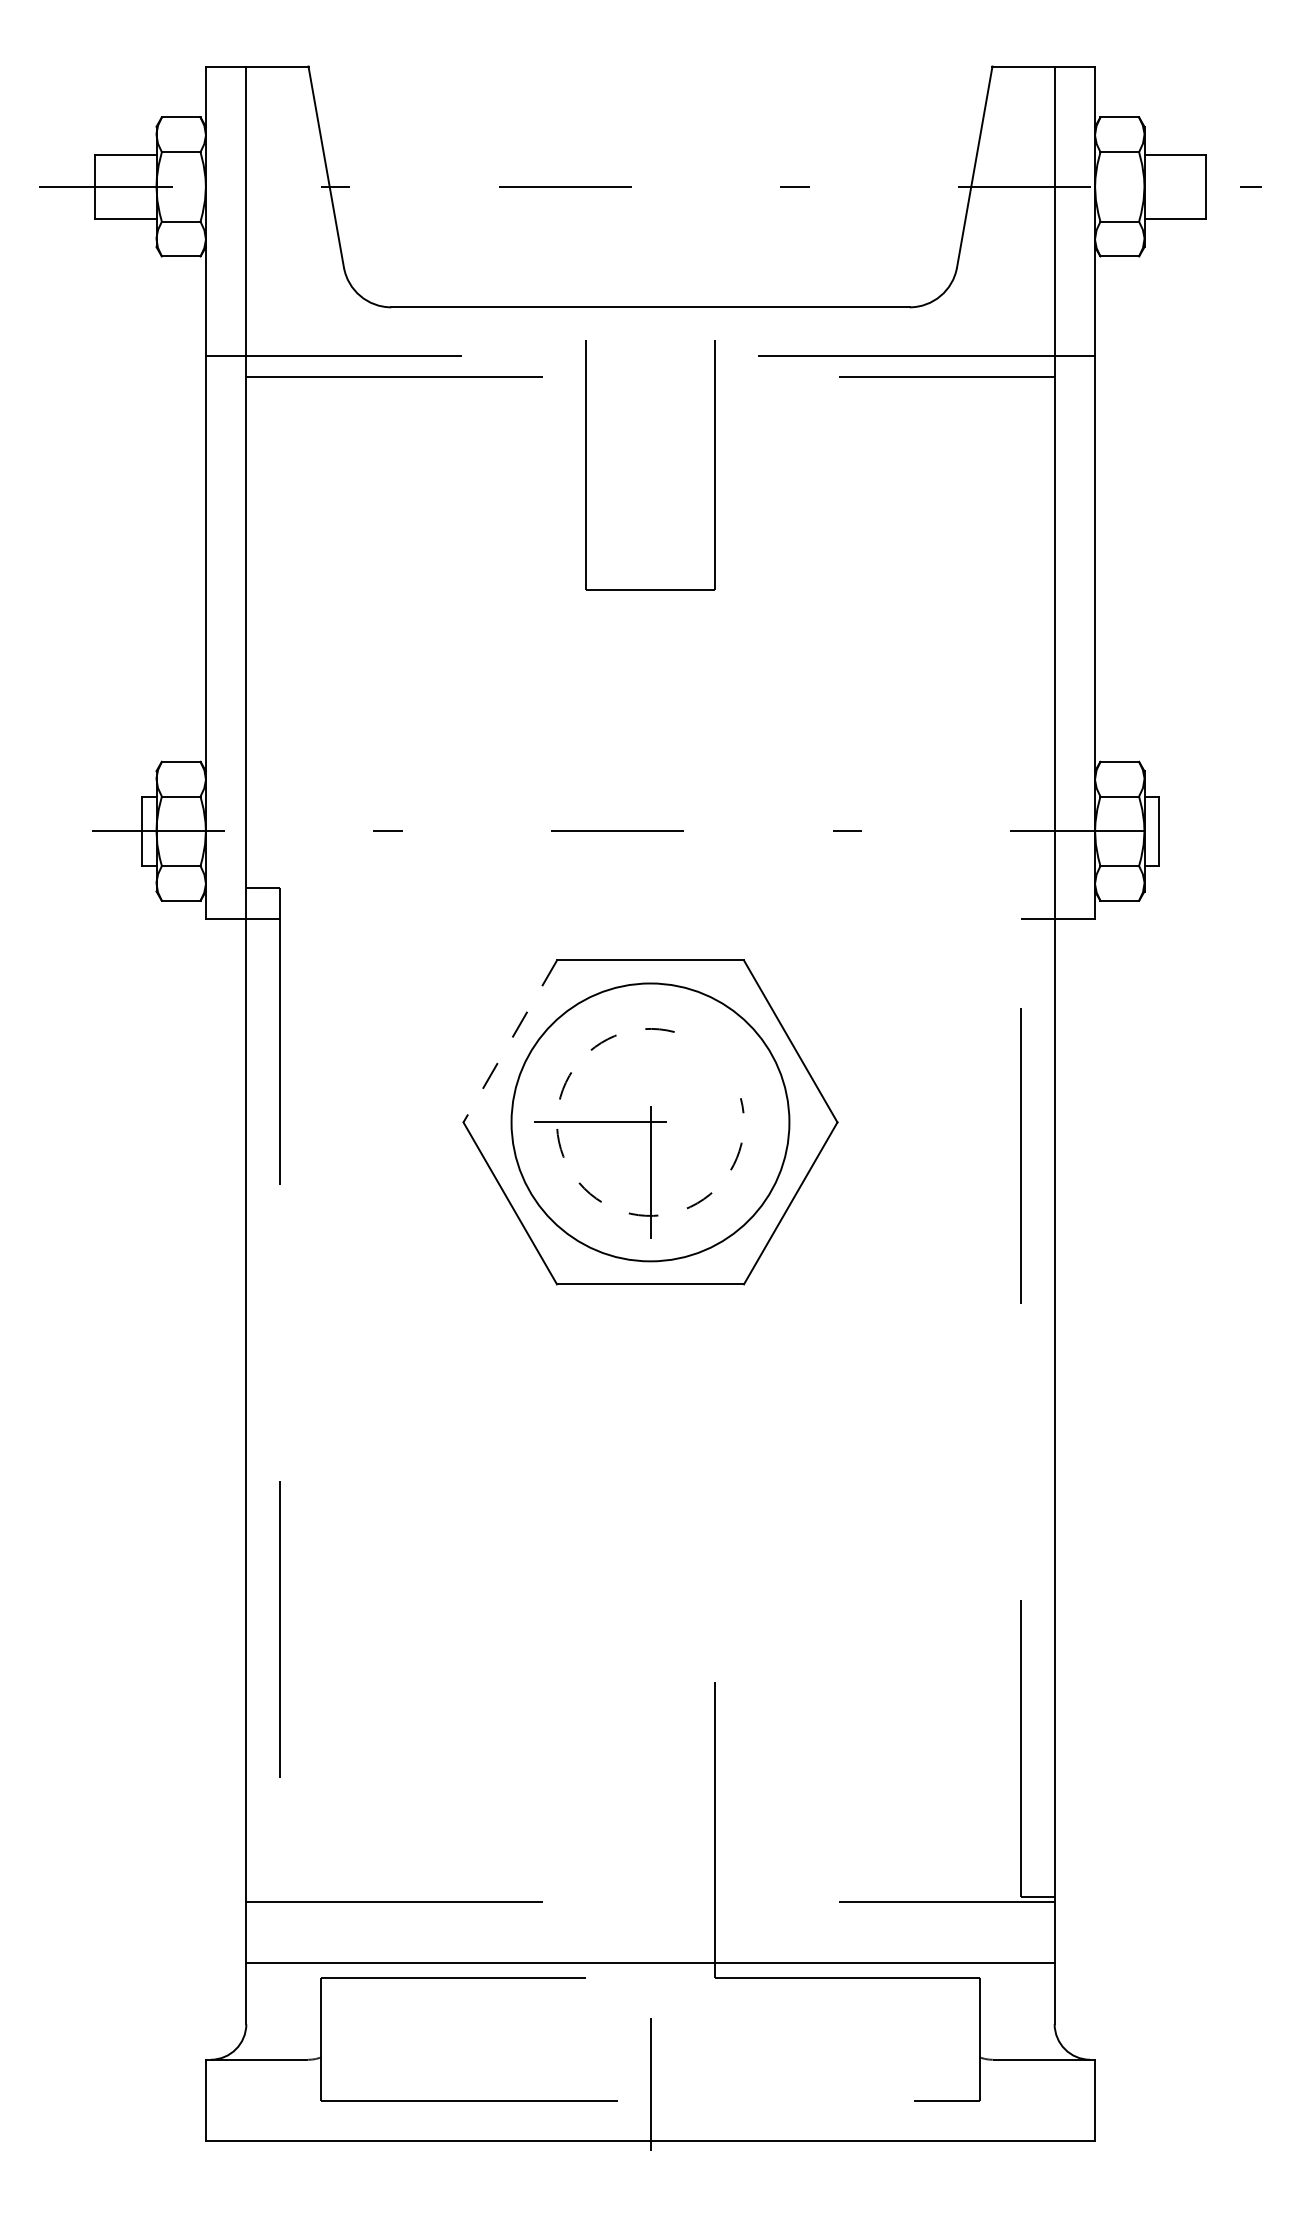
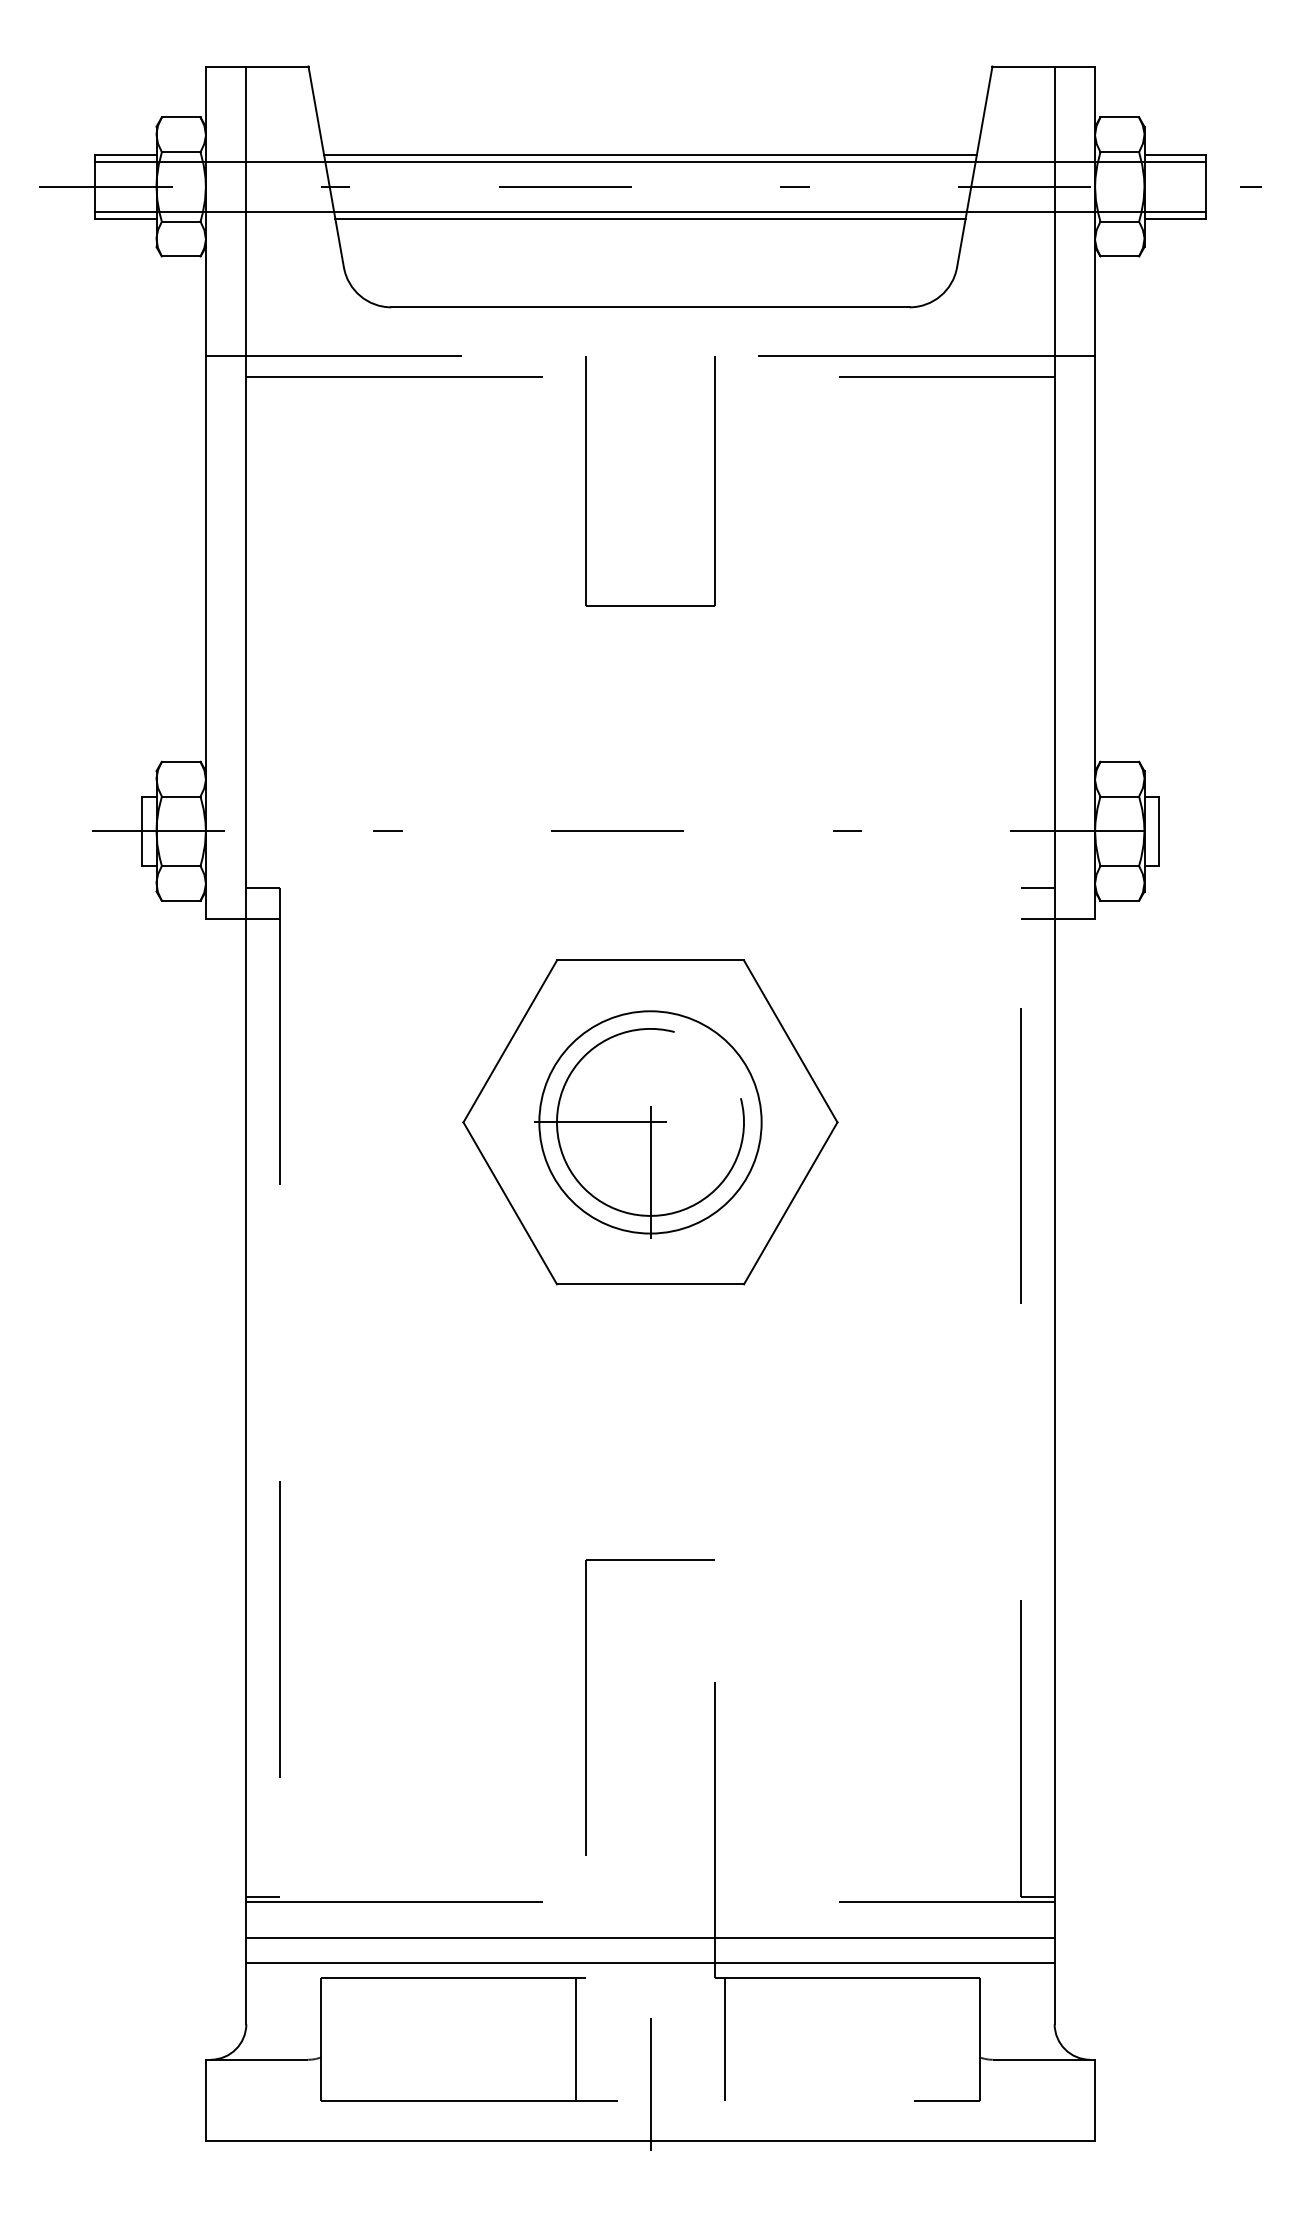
line at (650, 154): none -> present
line at (650, 162): none -> present
line at (650, 211): none -> present
line at (650, 218): none -> present
part at (586, 465) position: (586, 465) -> (586, 481)
line at (1037, 888): none -> present
line at (510, 1041): dashed -> solid
circle at (650, 1122) diameter: 278 px -> 222 px
arc at (584, 1188): dashed -> solid
part at (586, 1707): none -> present
line at (263, 1896): none -> present
line at (650, 1937): none -> present
line at (576, 2039): none -> present
line at (724, 2039): none -> present
